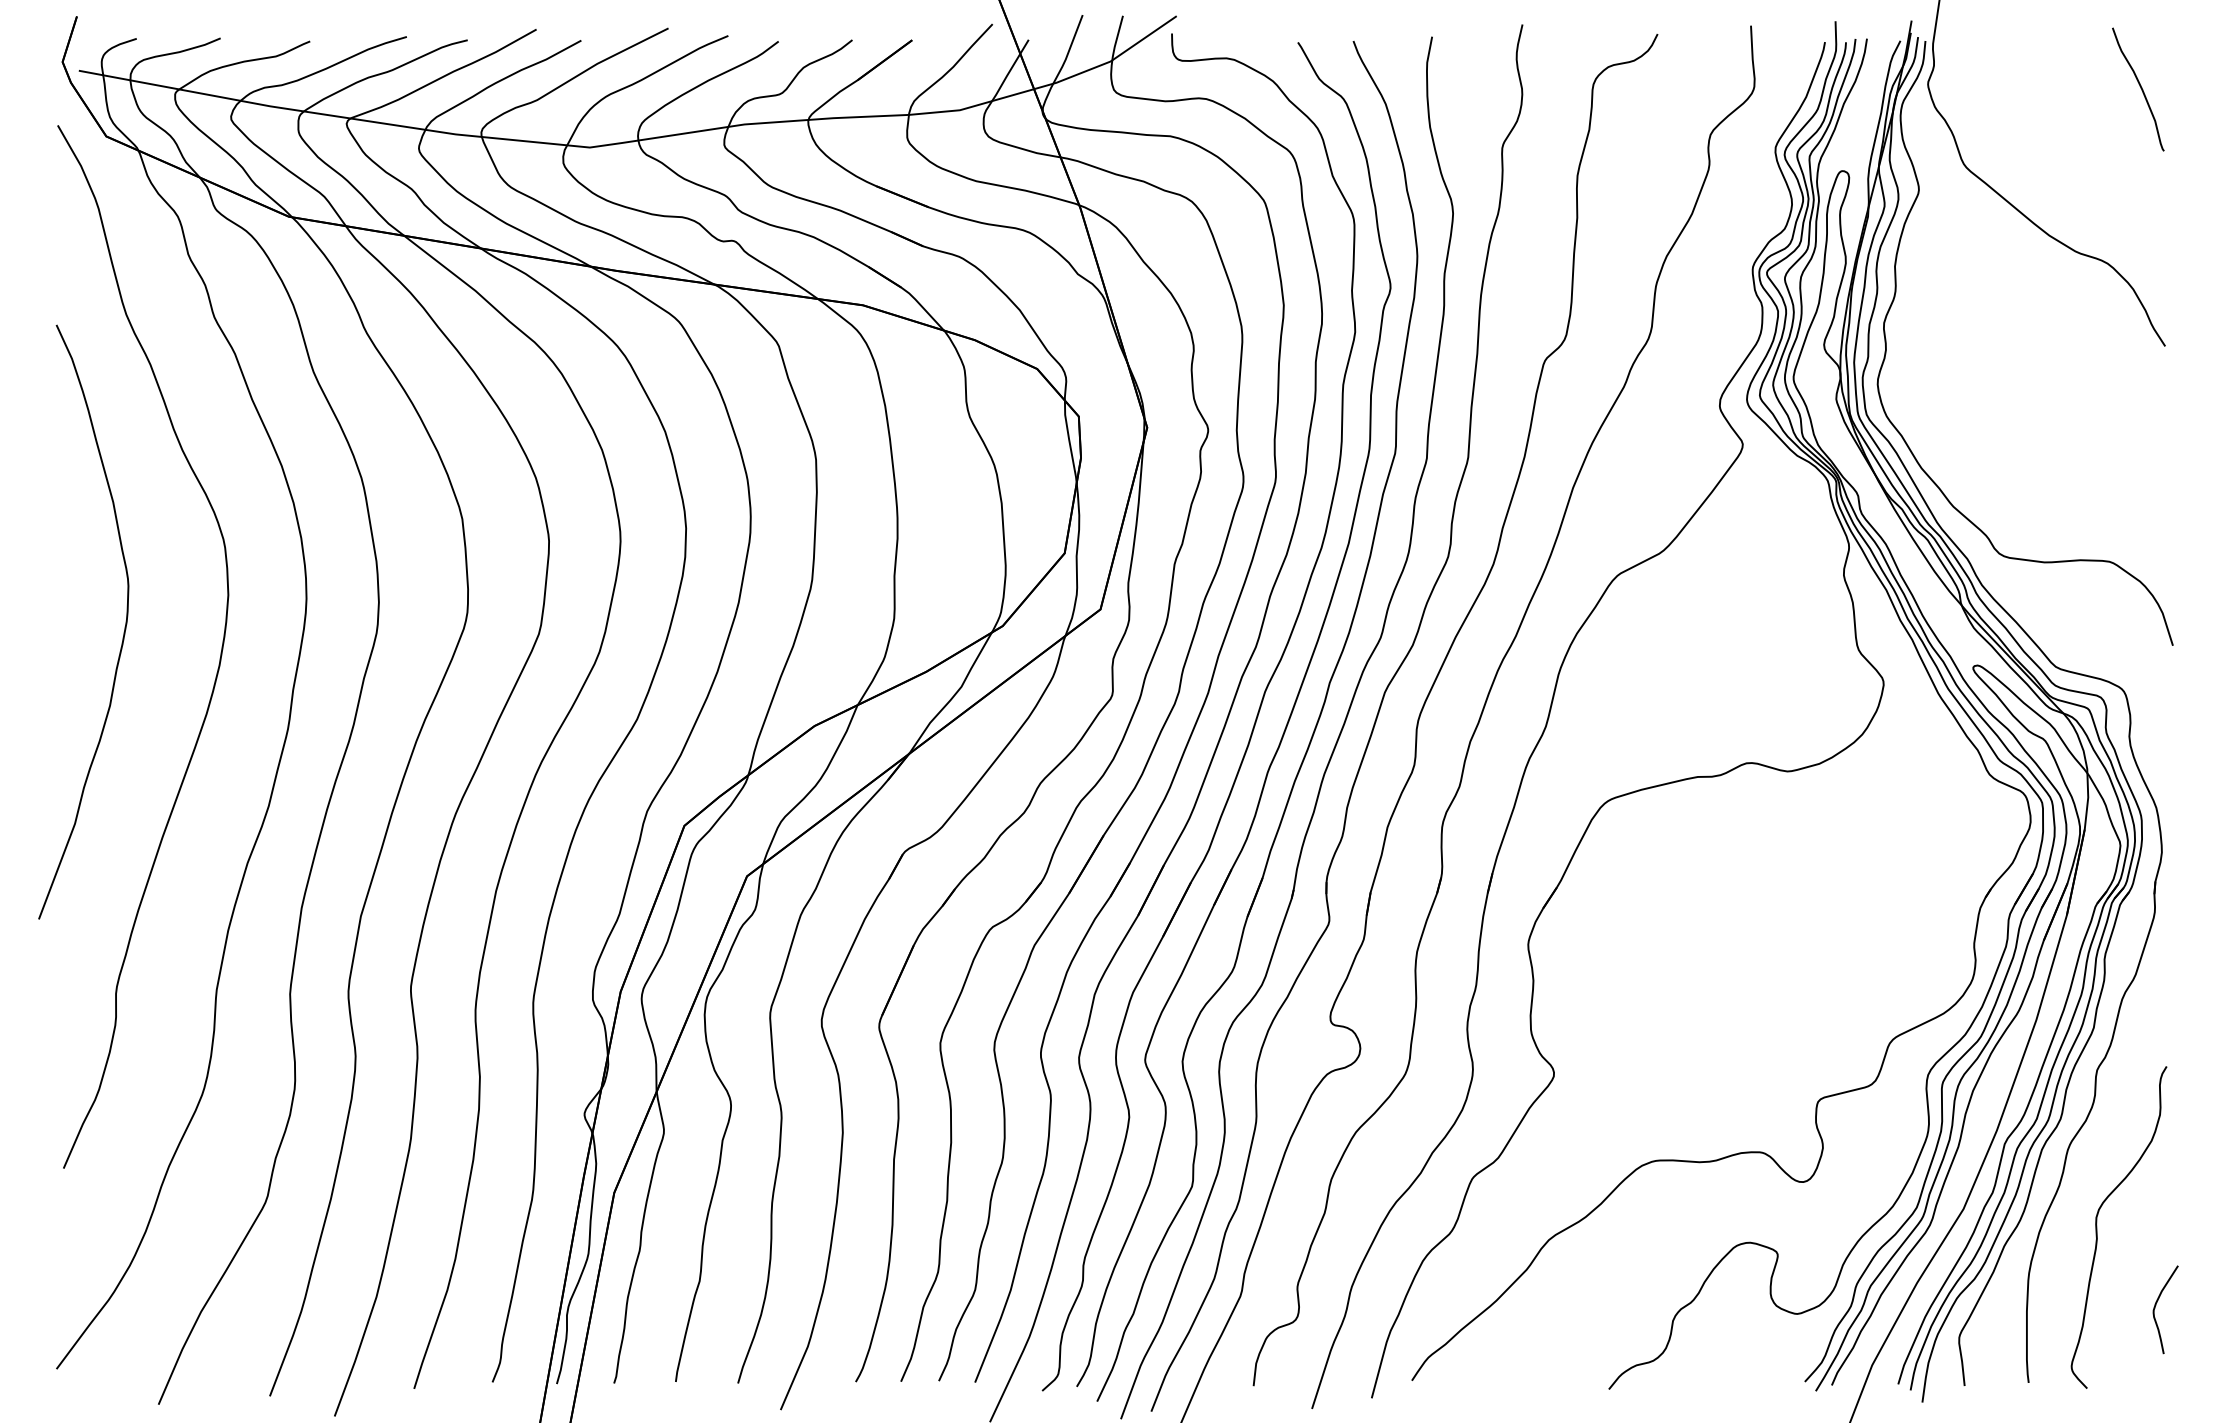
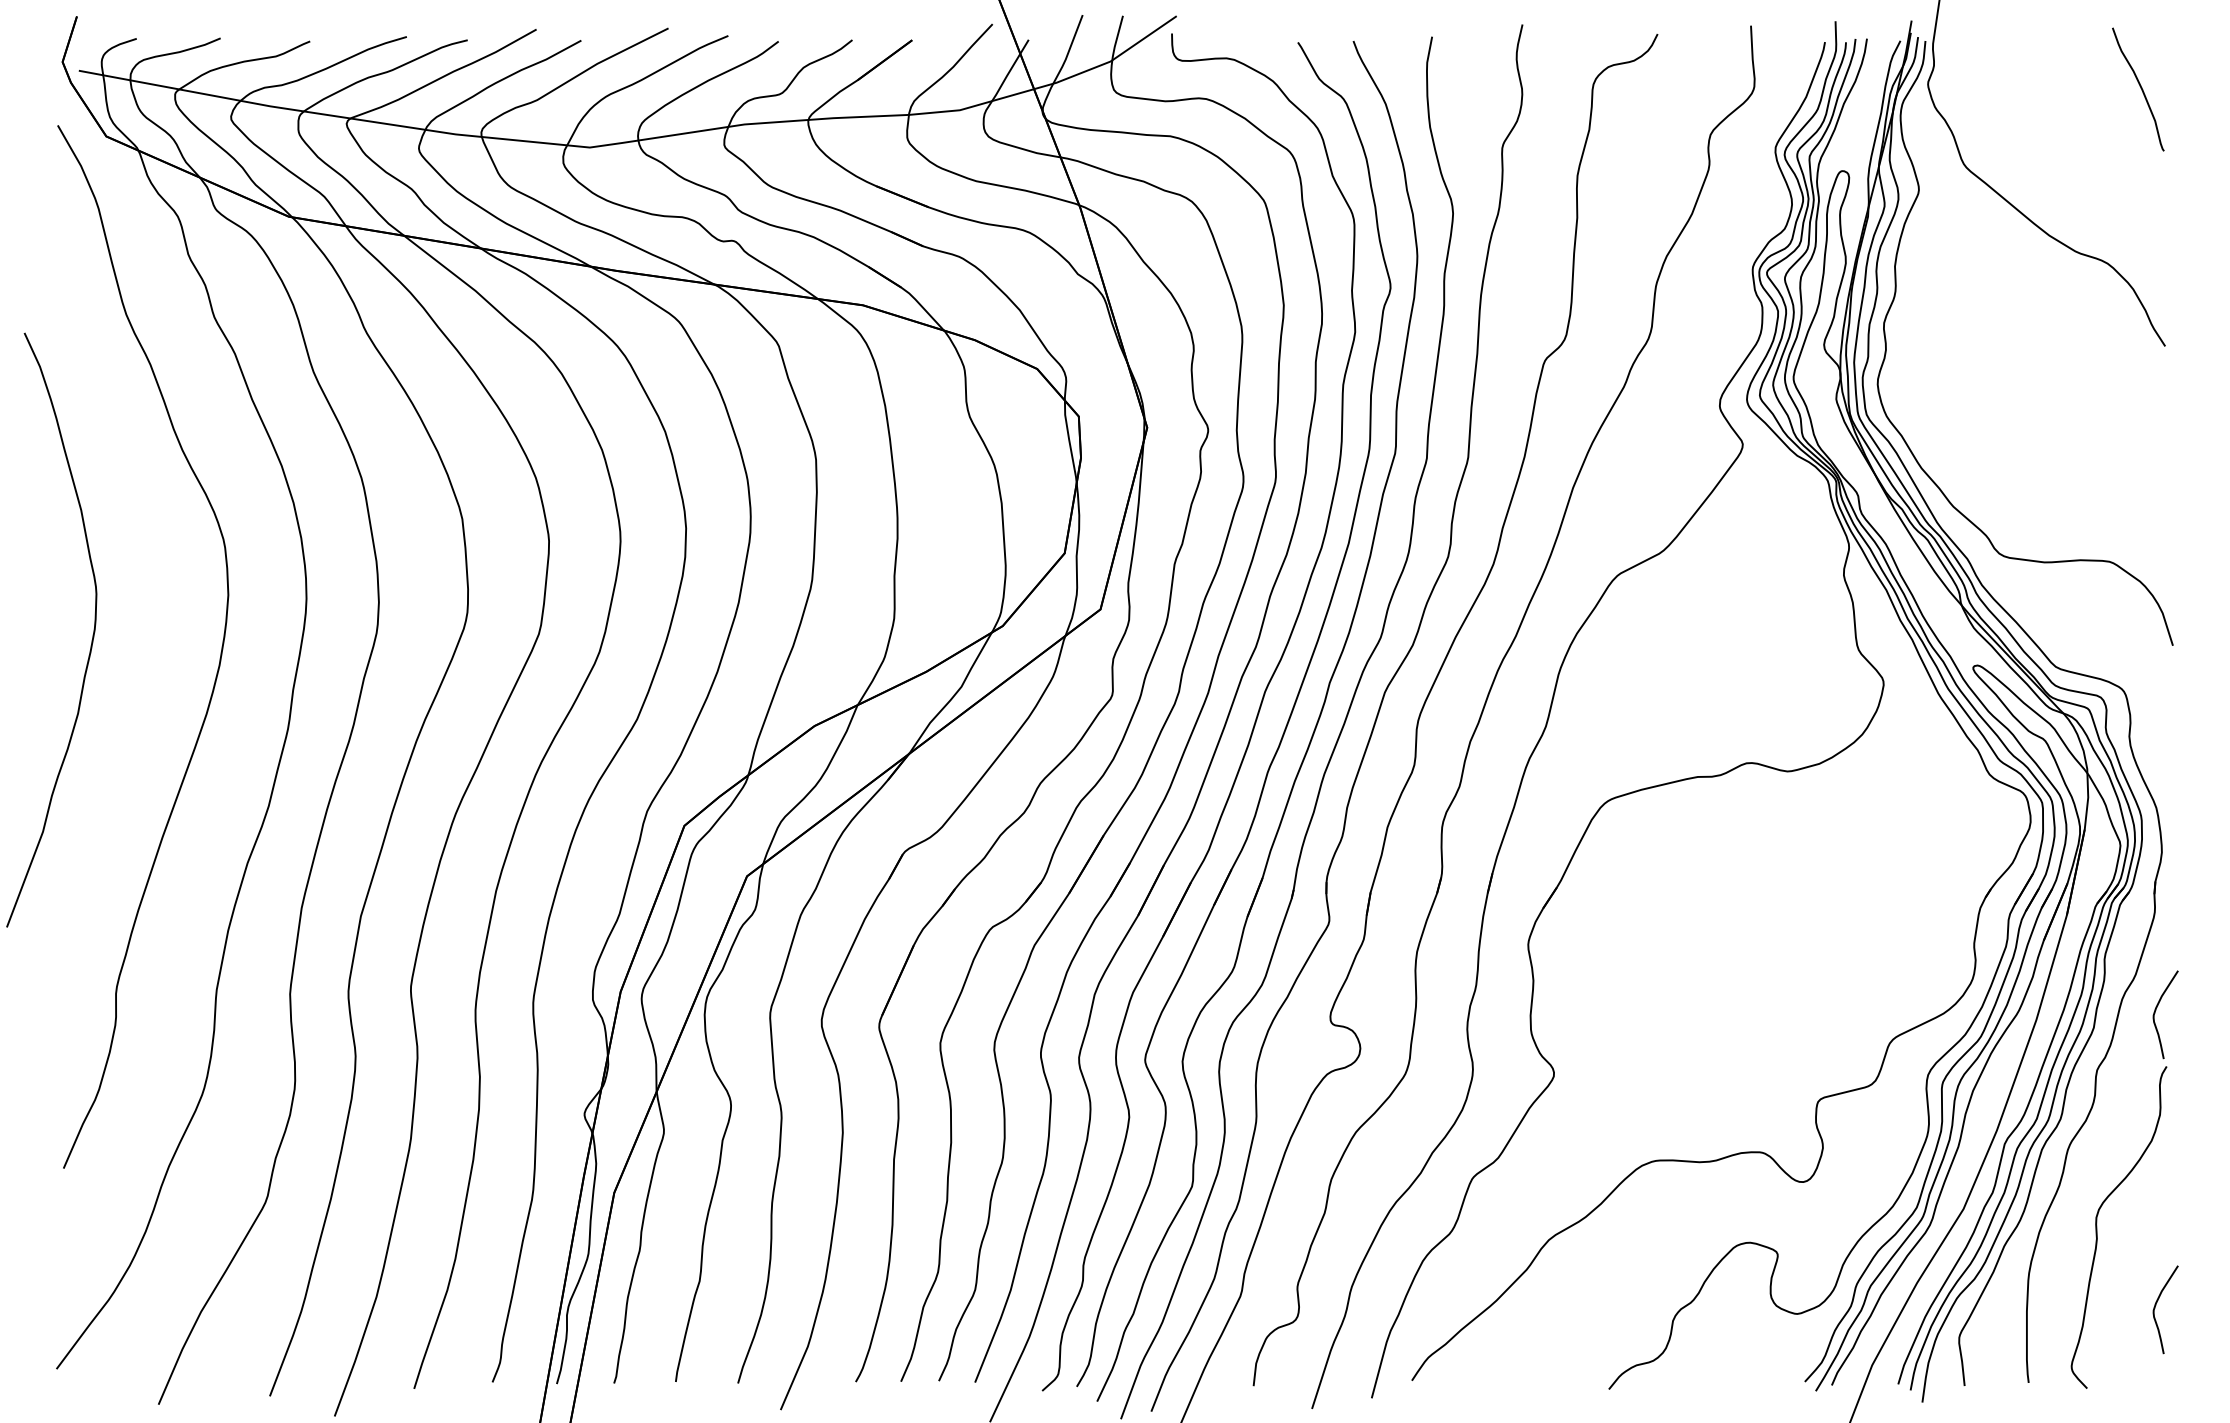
curve at (124, 626) position: (124, 626) -> (92, 634)
curve at (2156, 1010): none -> present
